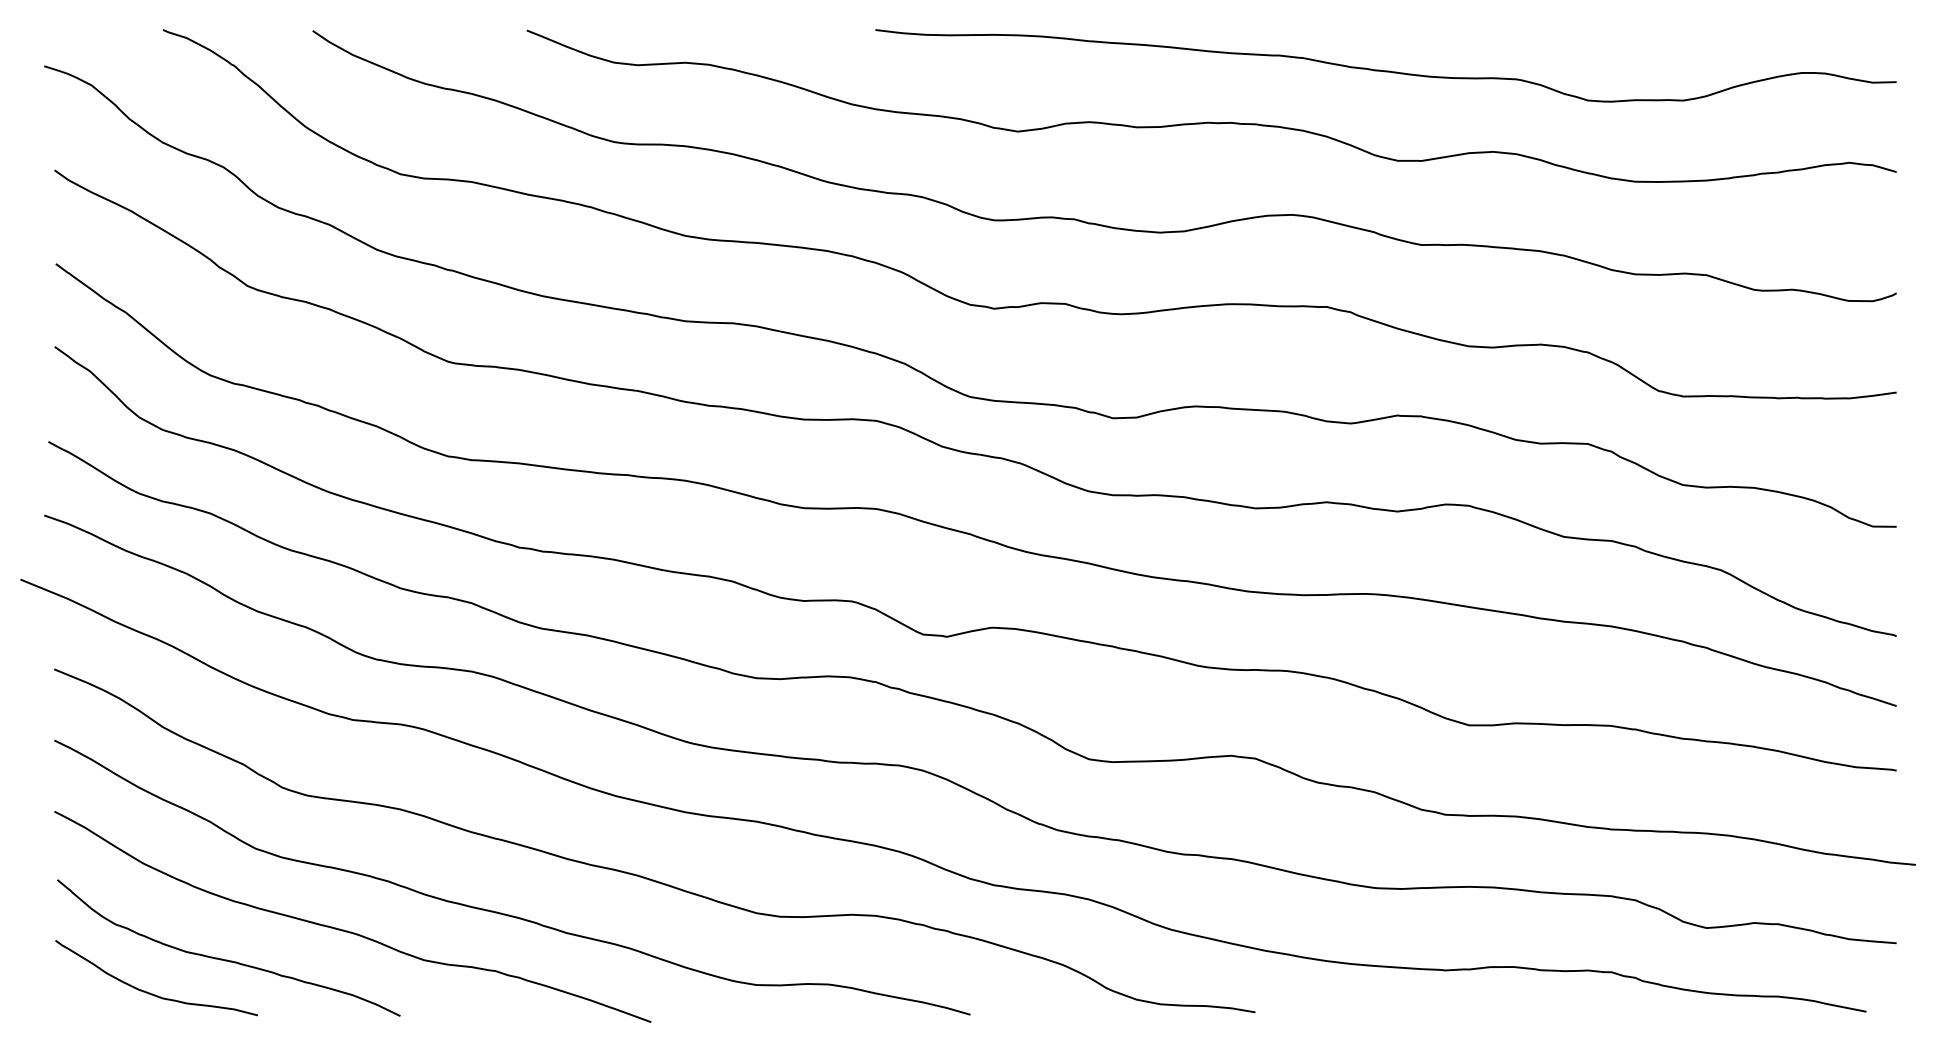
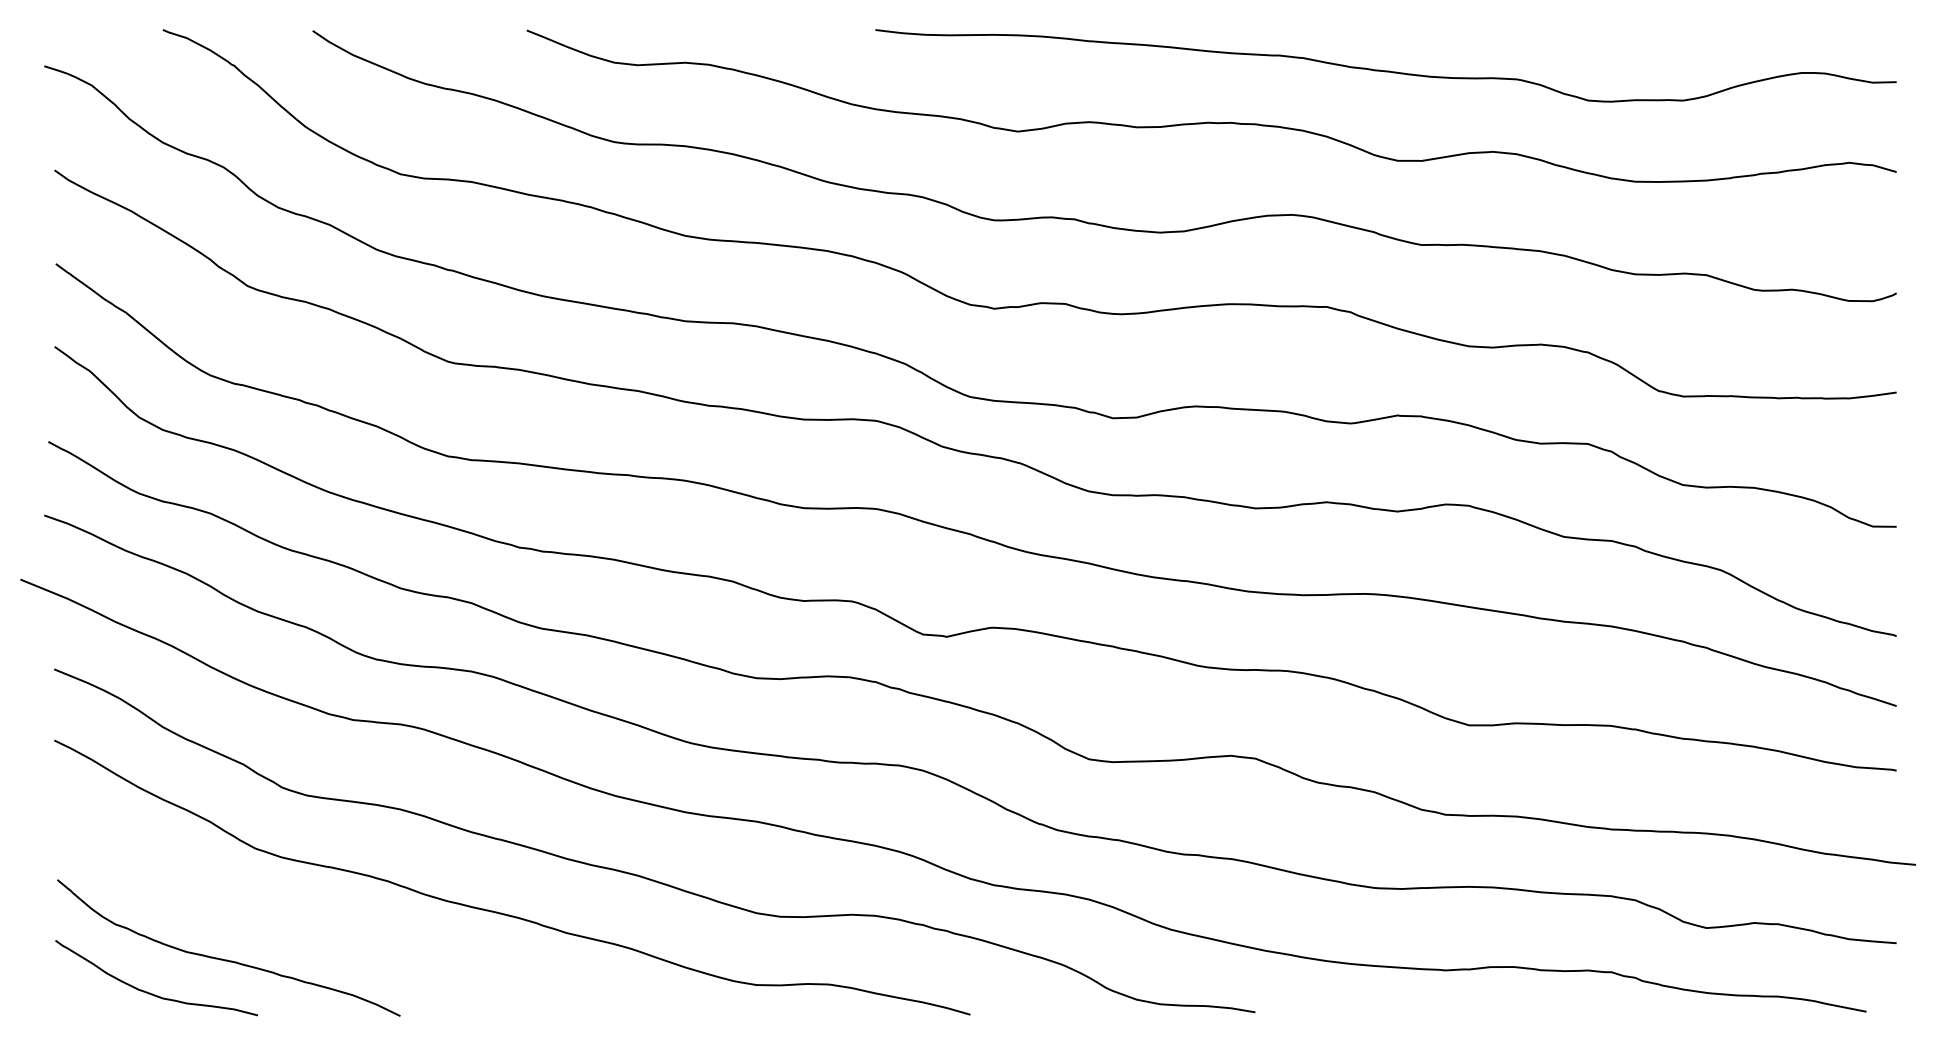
curve at (347, 930): present -> none
